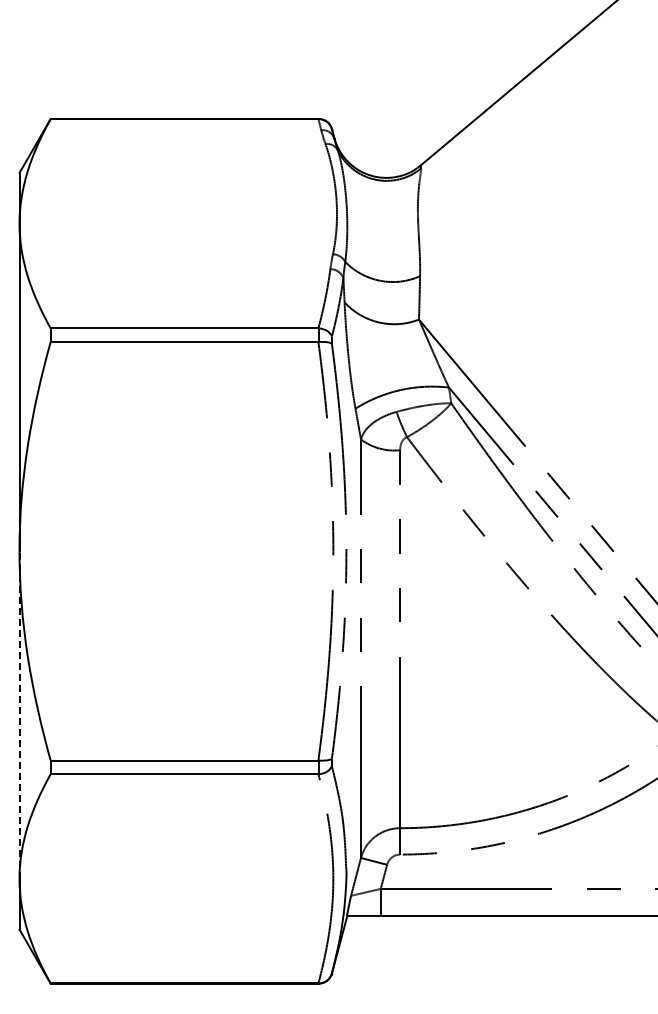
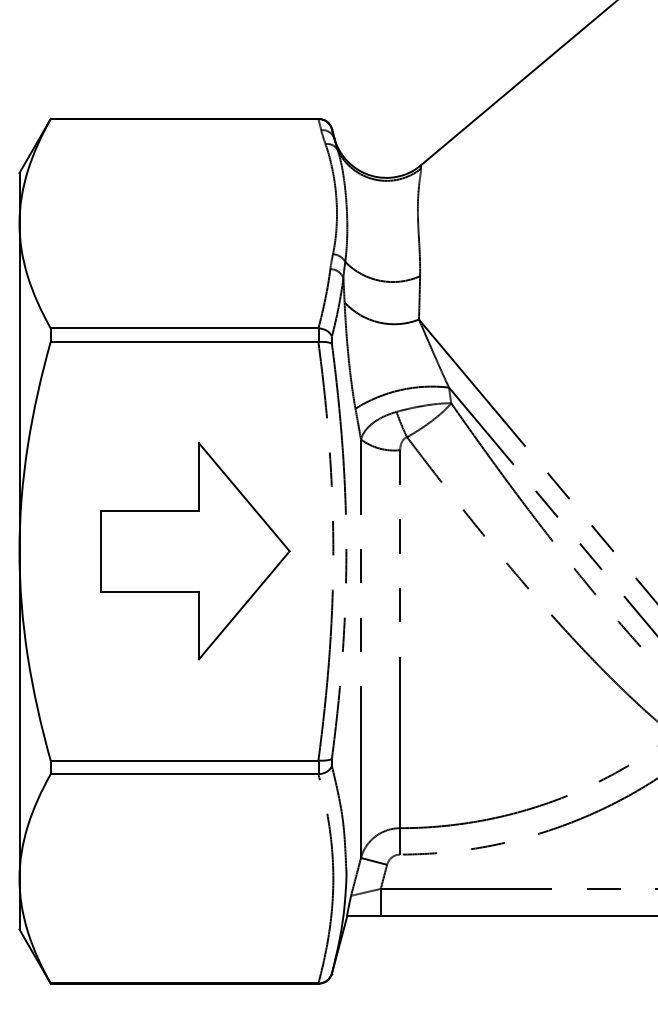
part at (195, 551): none -> present
line at (19, 715): dashed -> solid
